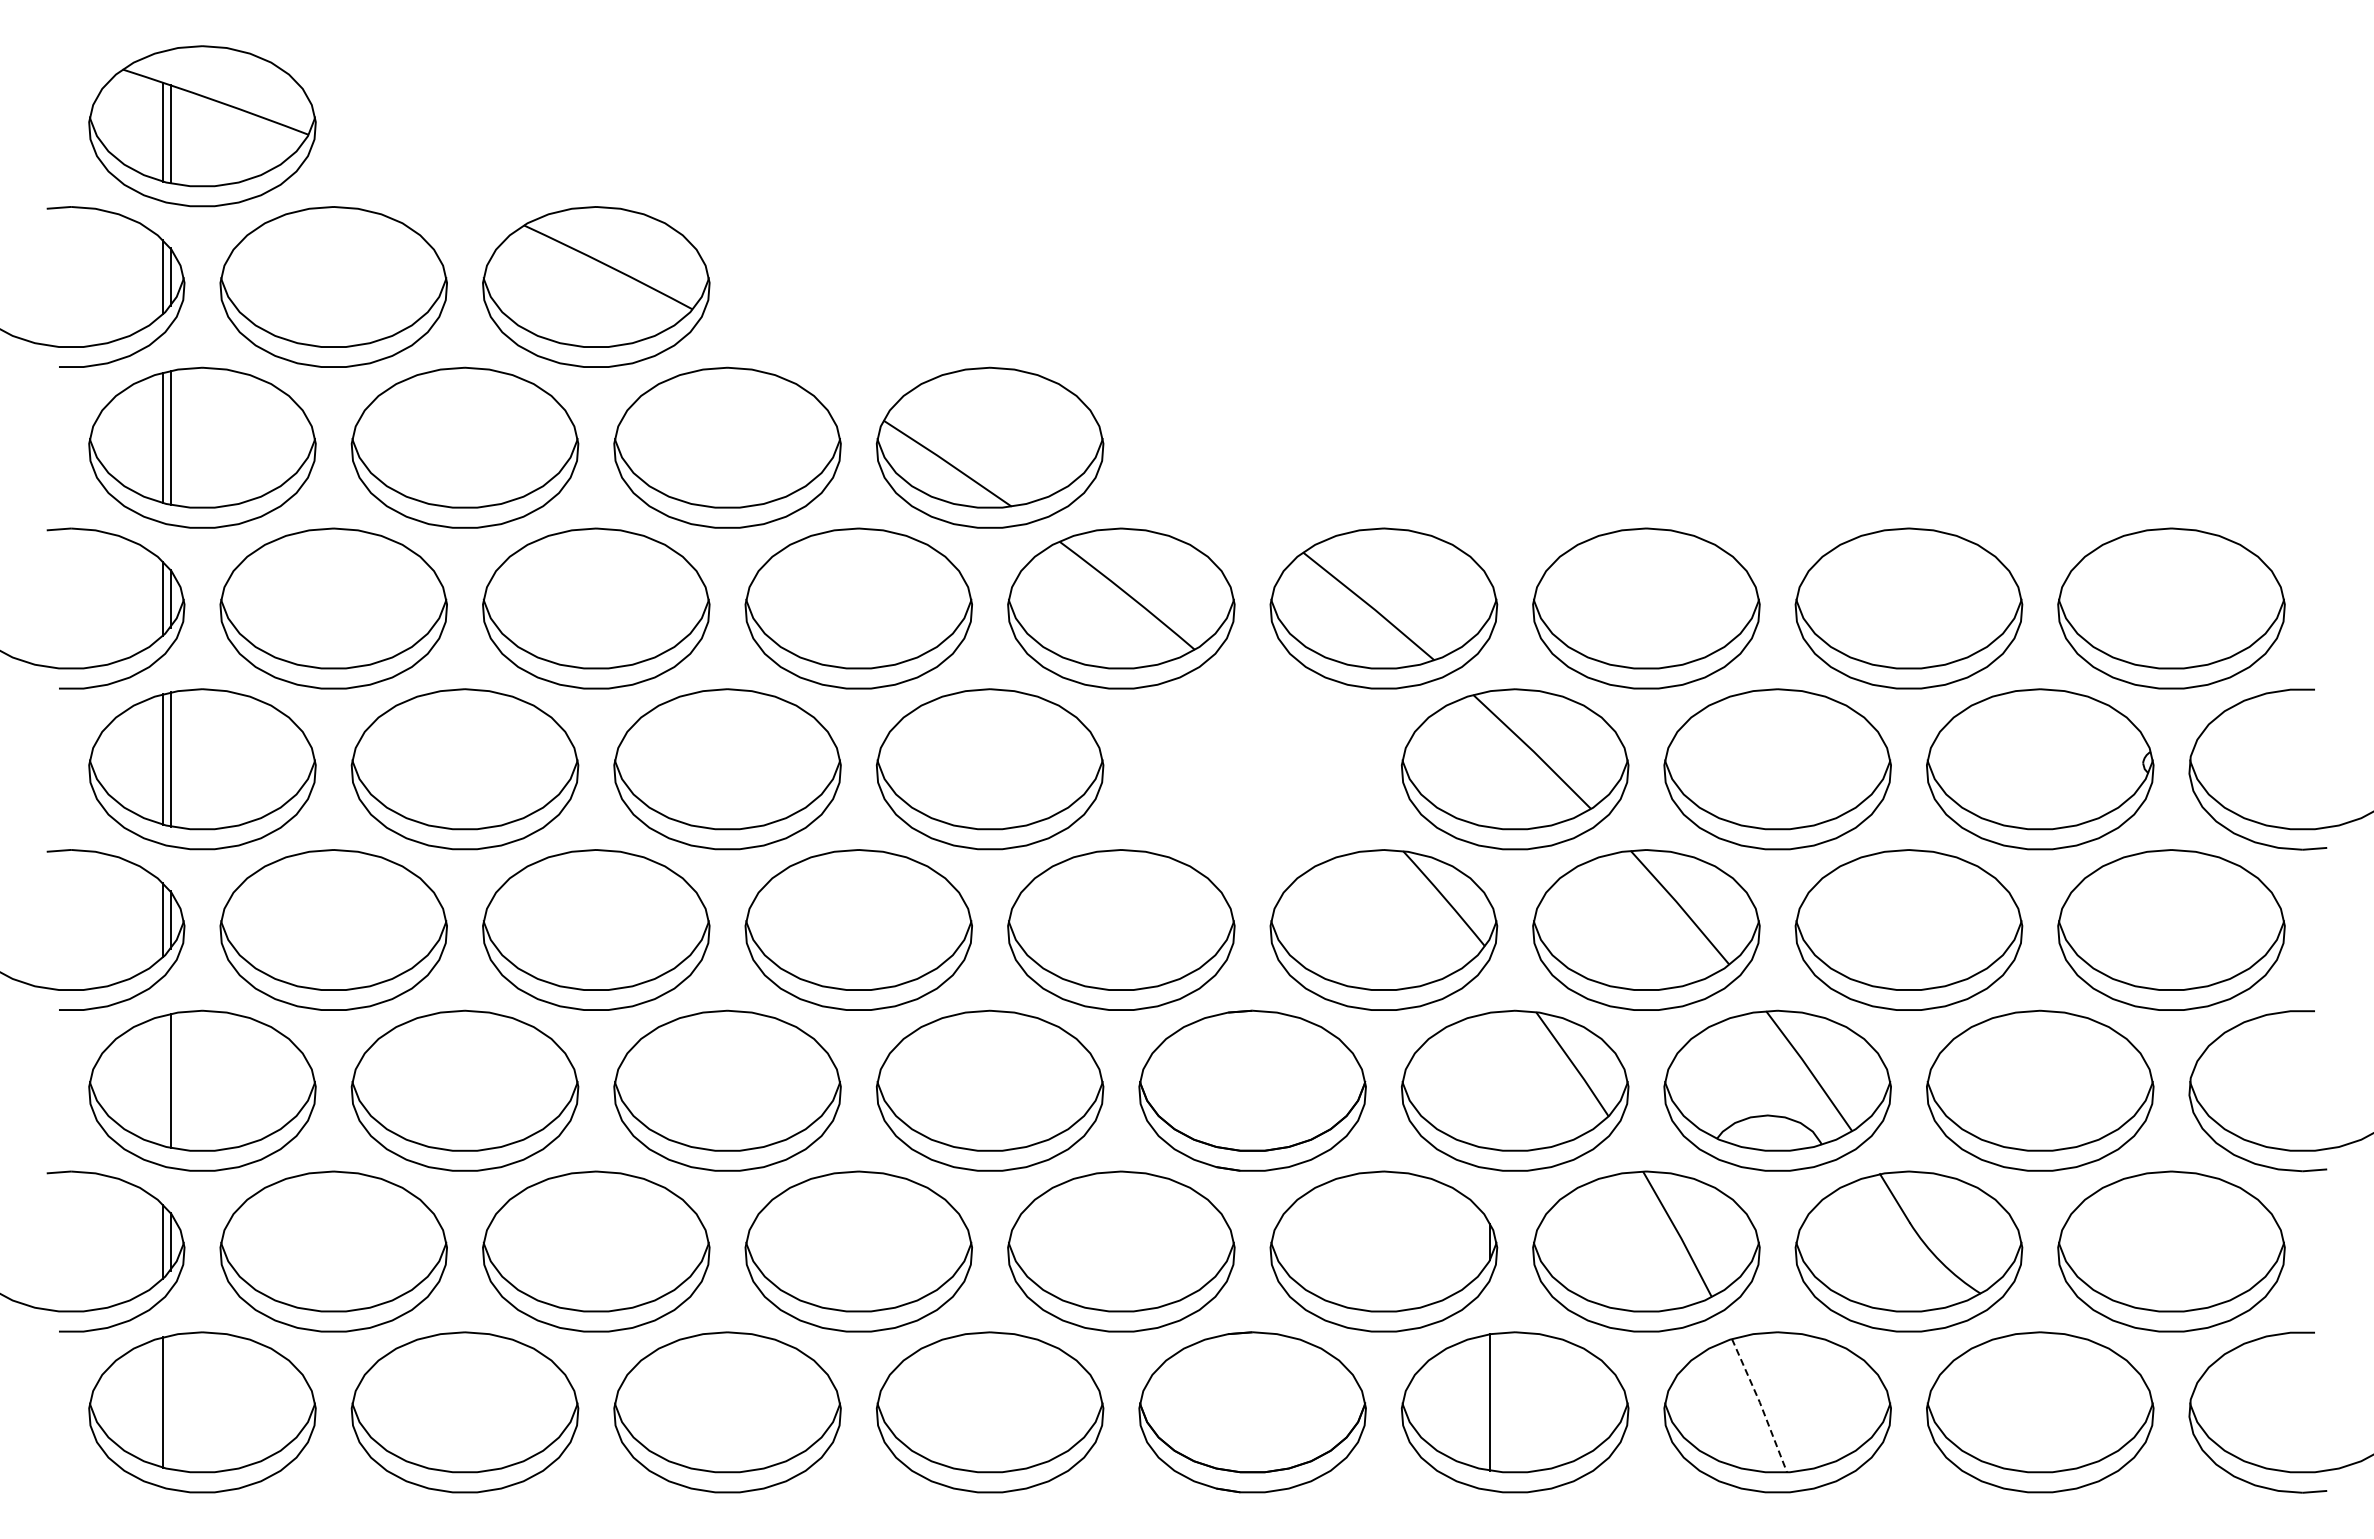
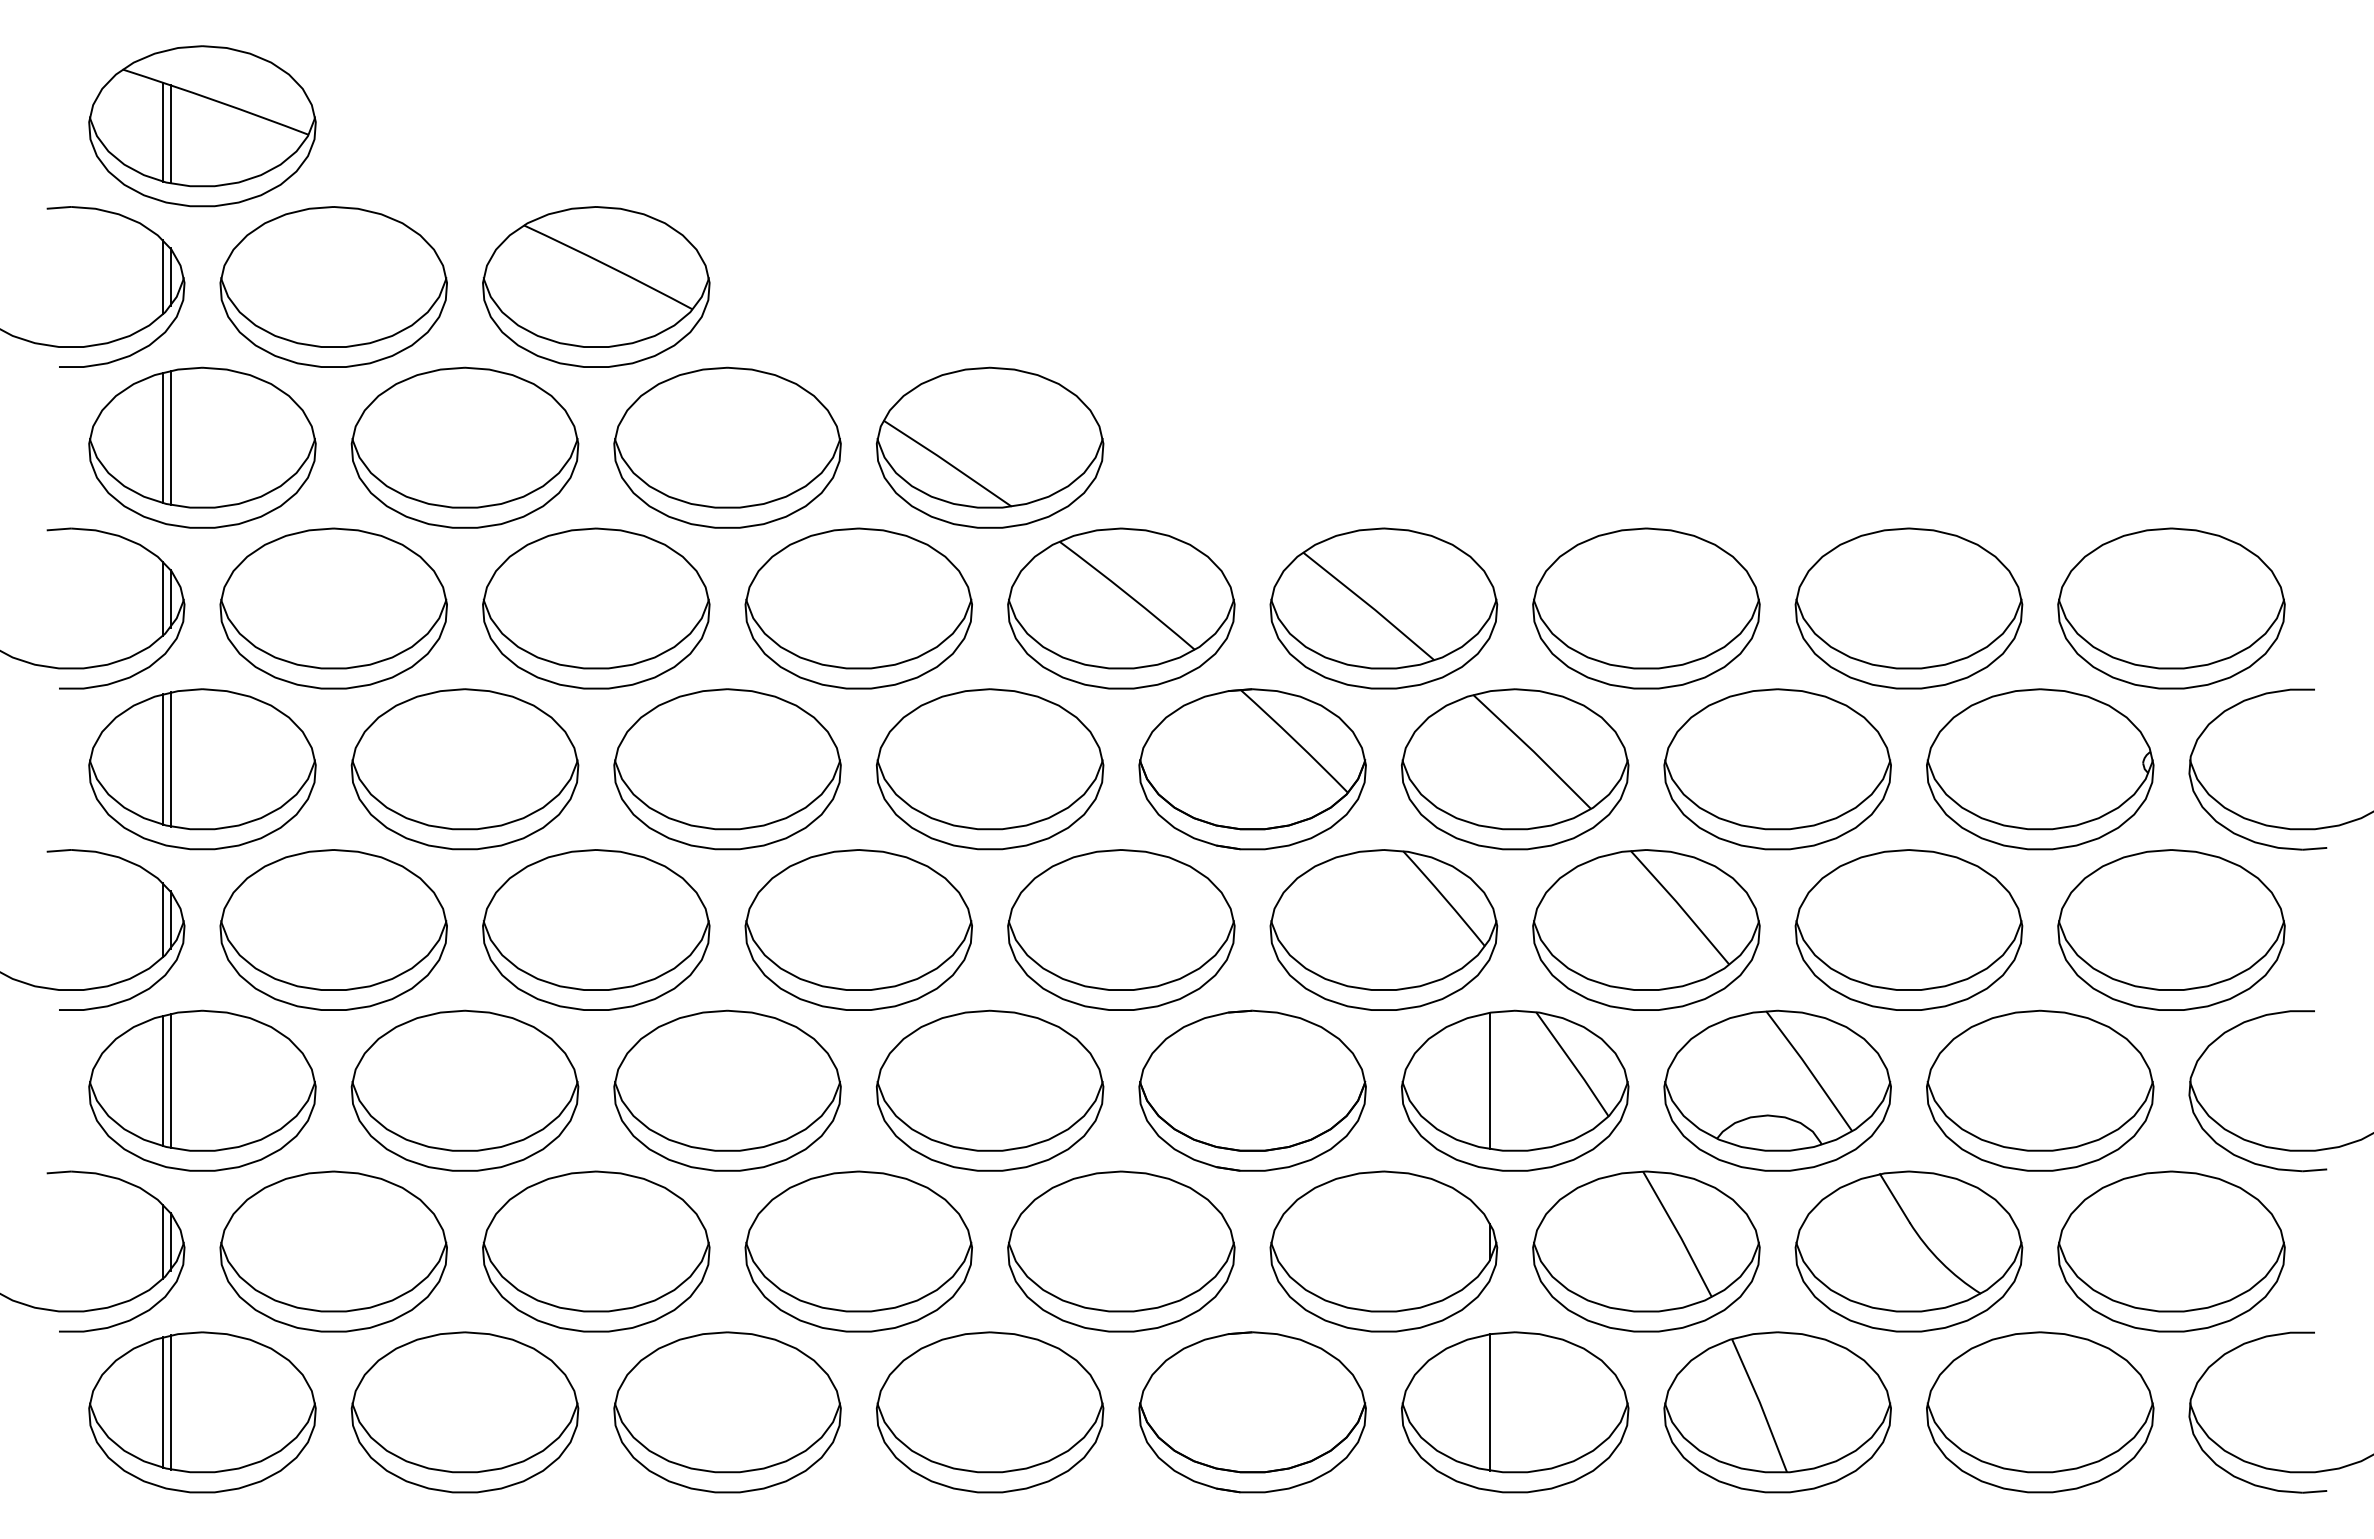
part at (1252, 769): none -> present
line at (163, 1080): none -> present
line at (1490, 1080): none -> present
line at (170, 1402): none -> present
line at (1760, 1405): dashed -> solid
